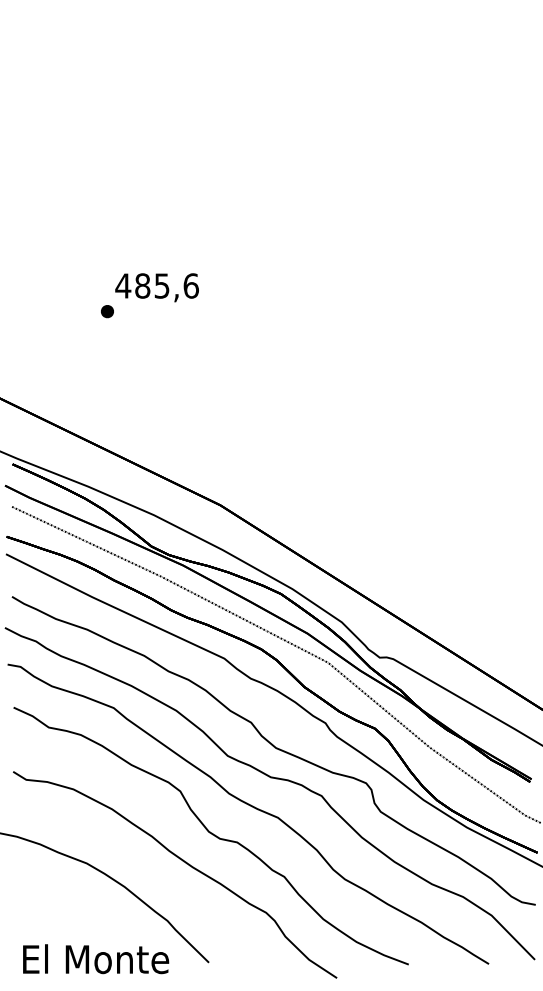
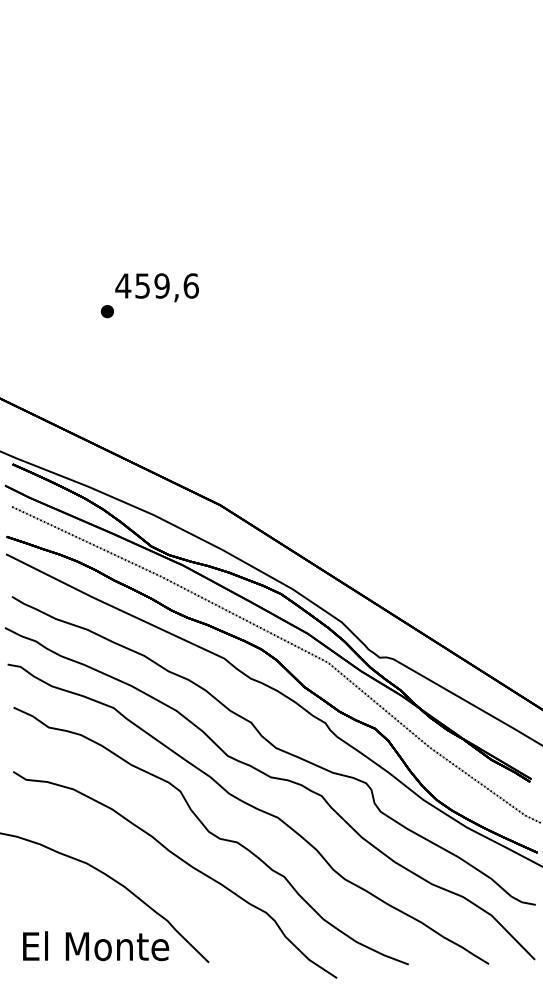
text at (152, 285): 485,6 -> 459,6
text at (96, 959) position: (96, 959) -> (96, 946)
